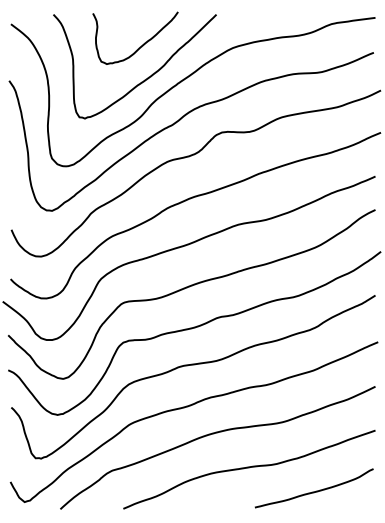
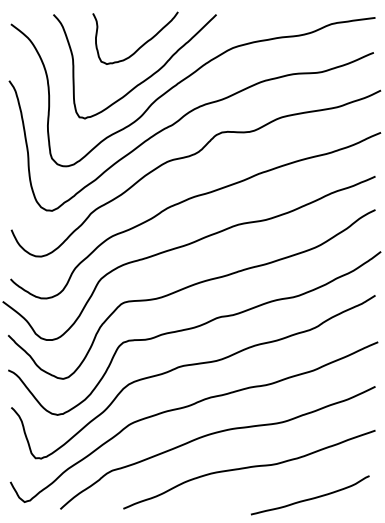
curve at (313, 491) position: (313, 491) -> (309, 498)
